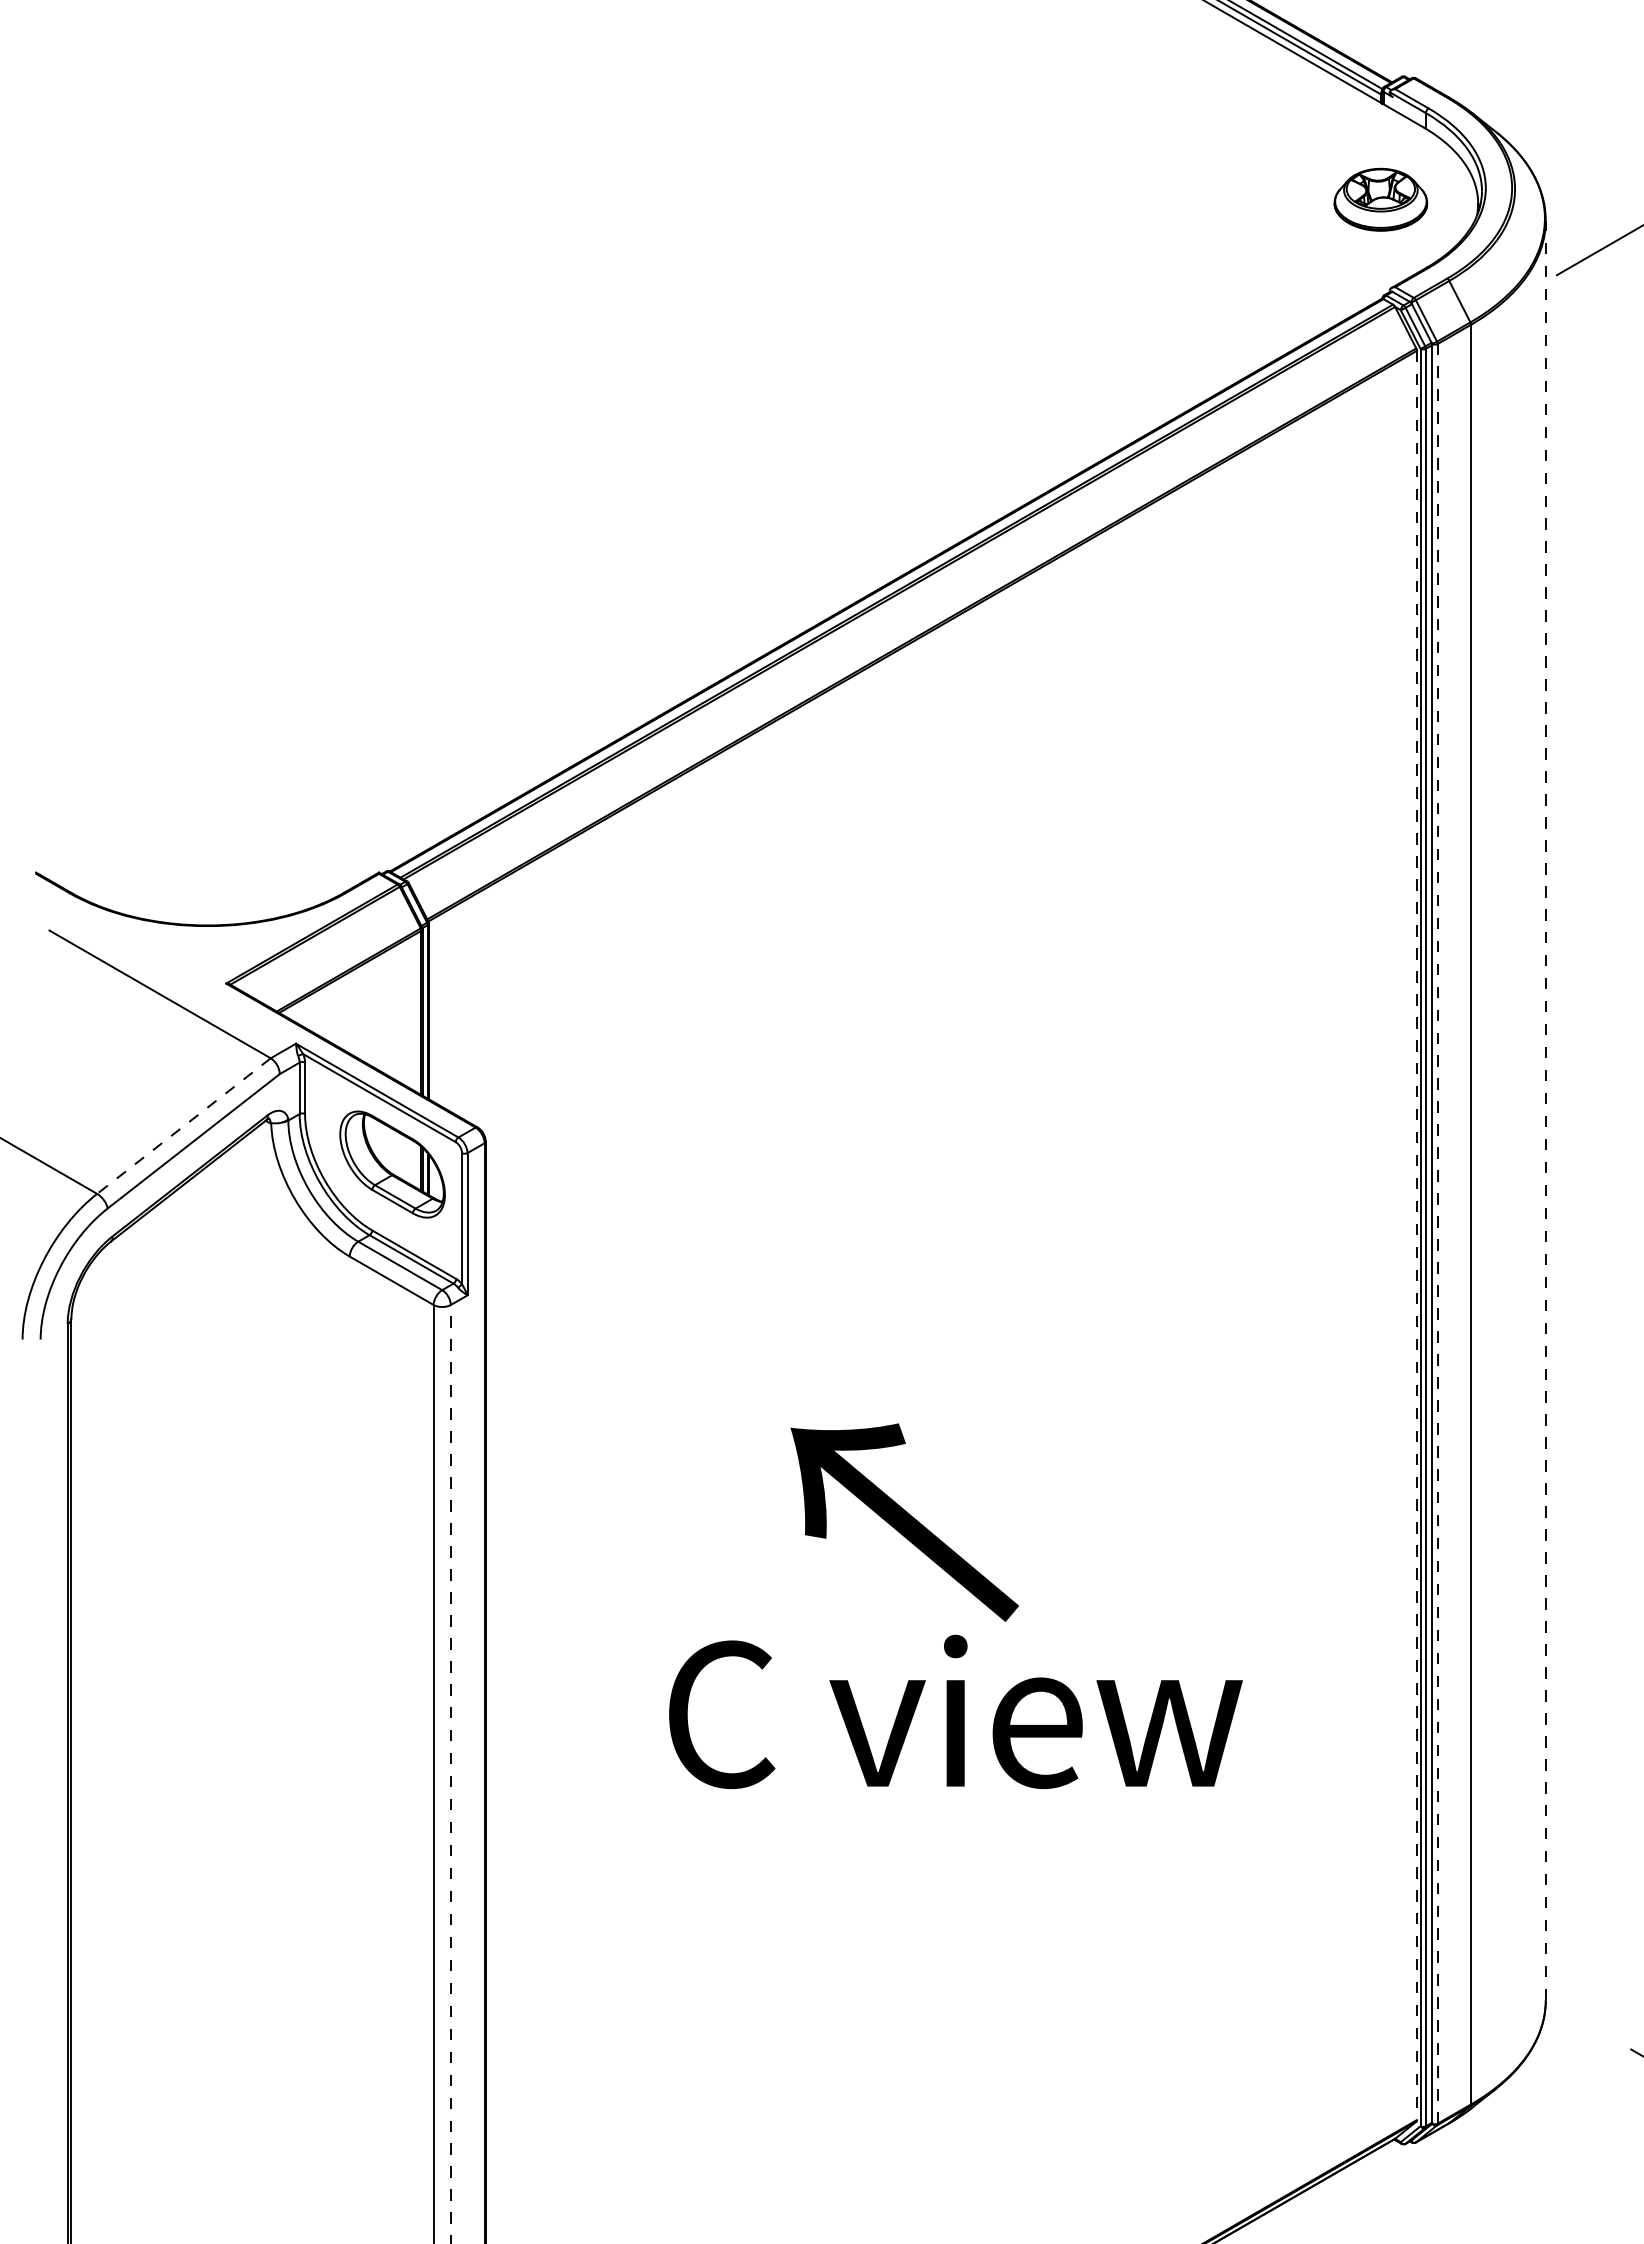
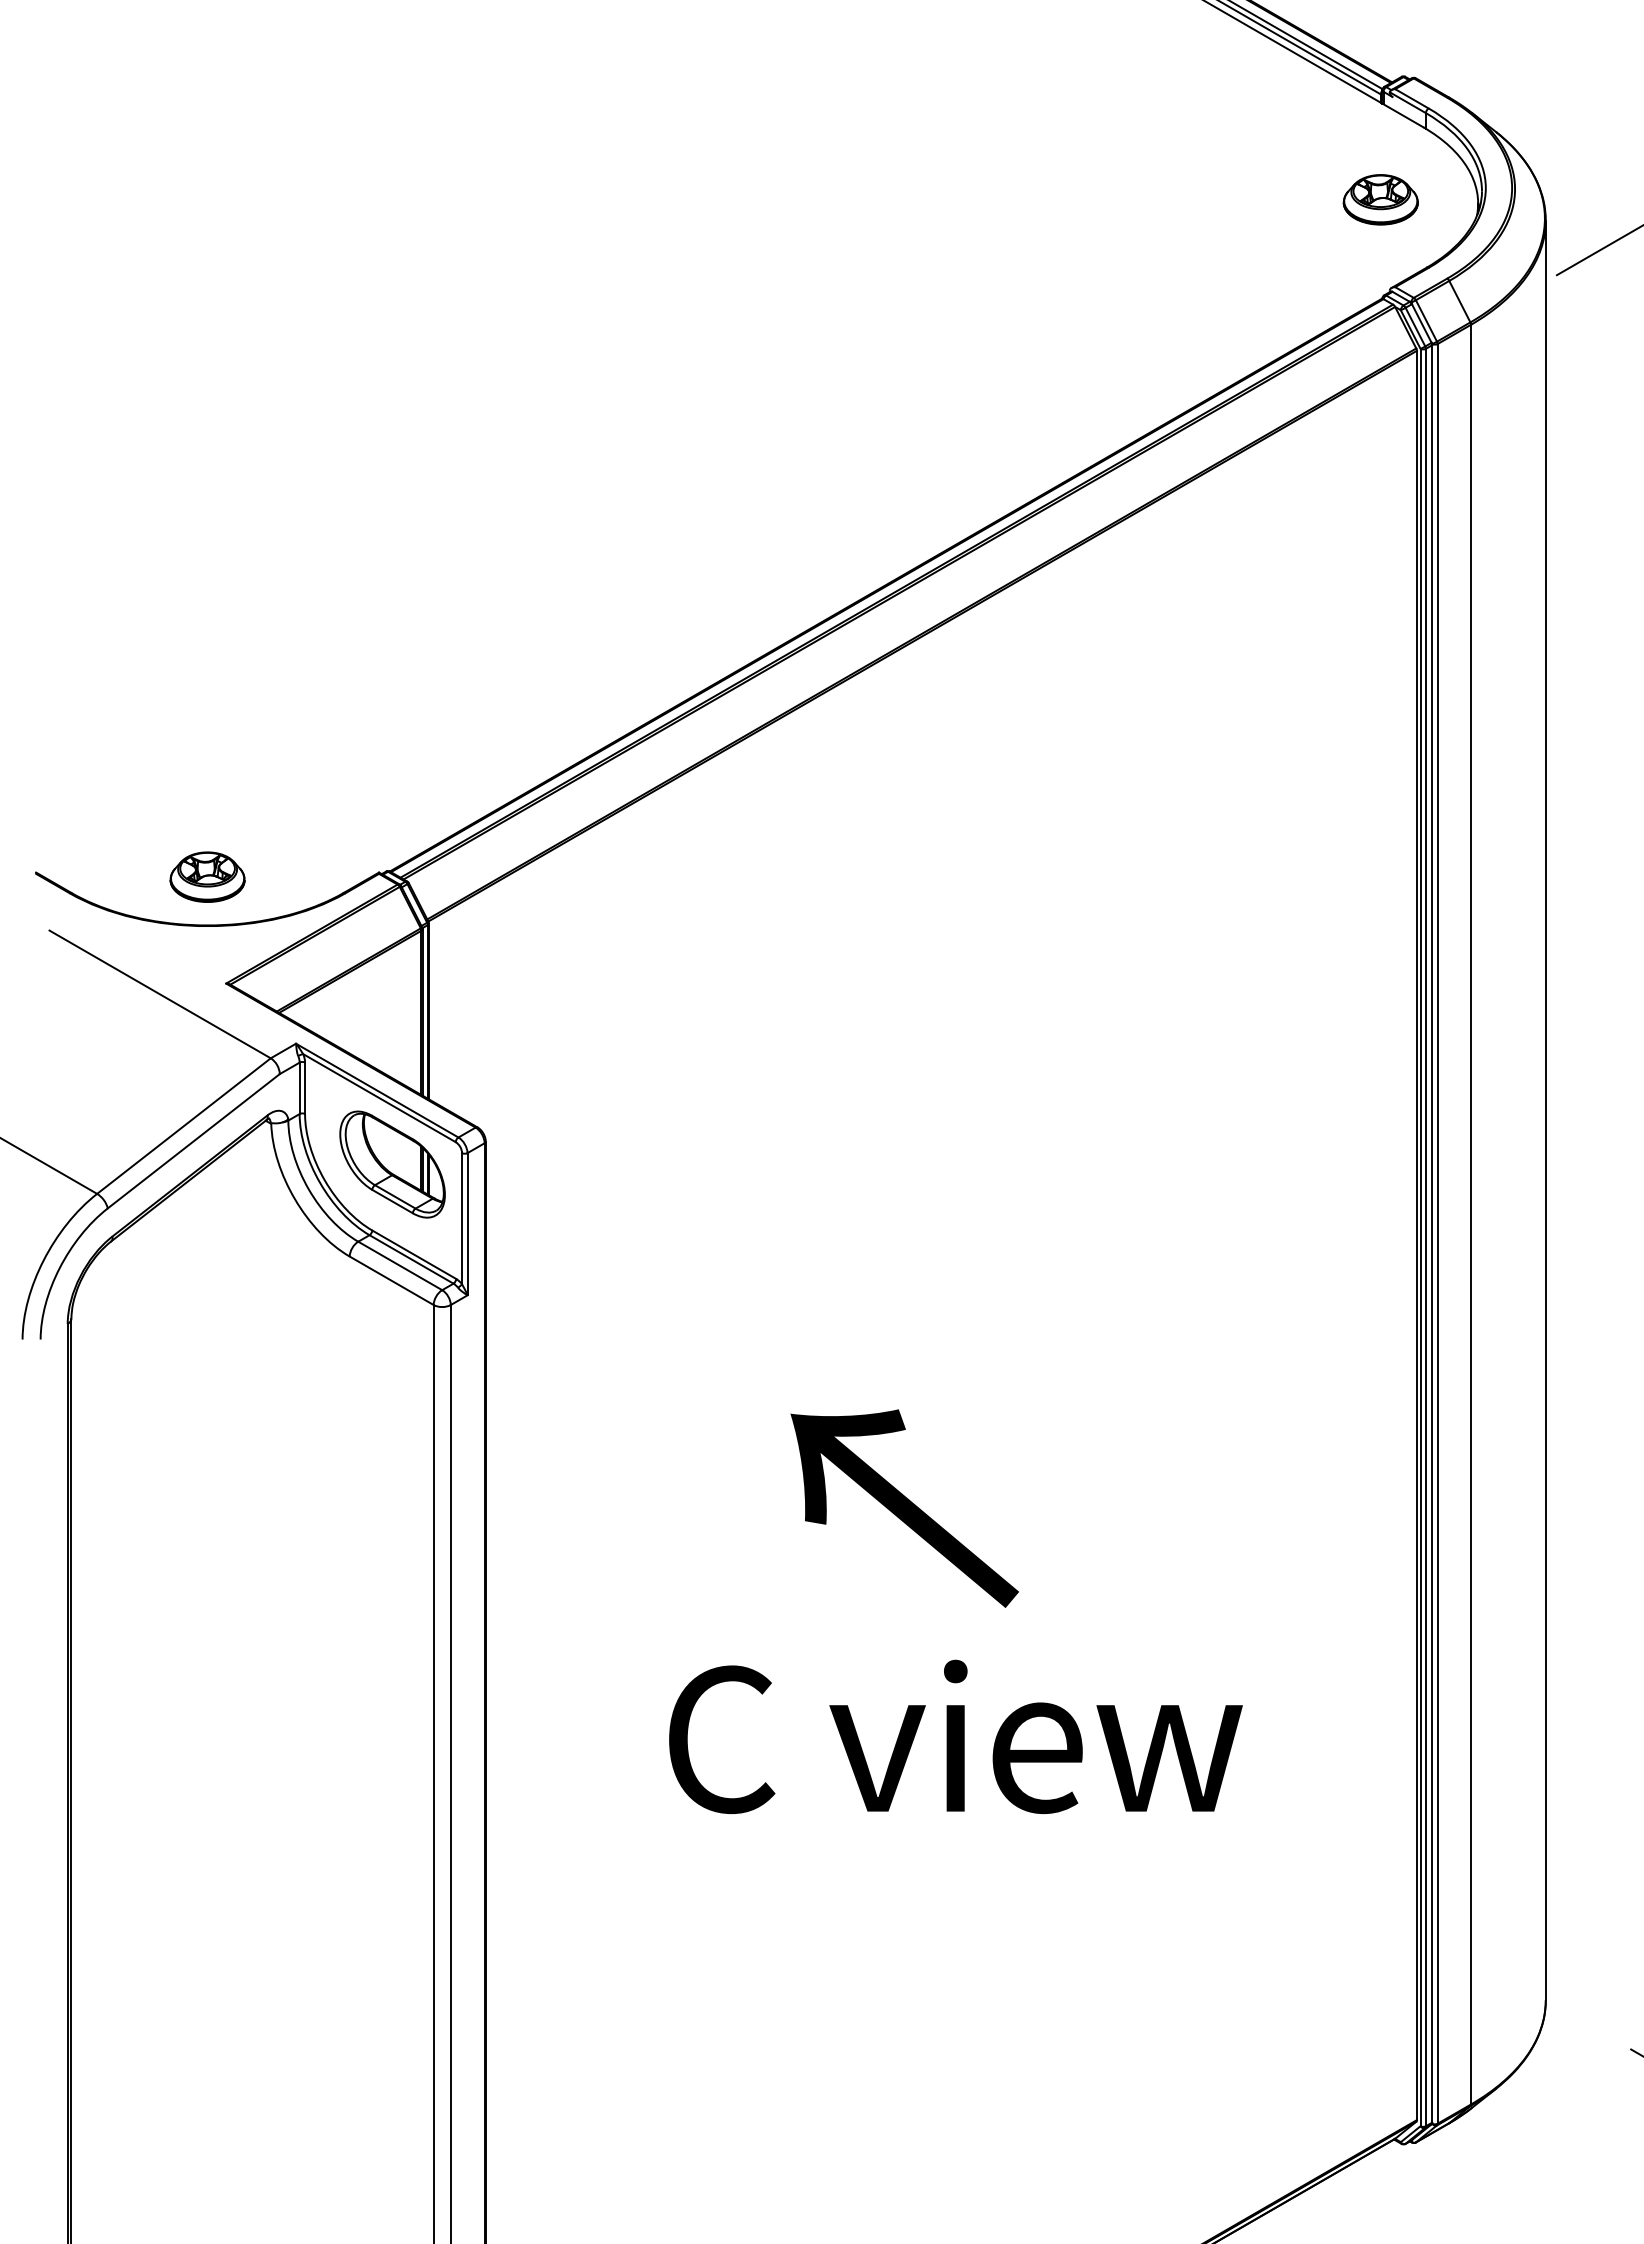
part at (1380, 199) size: 96x65 px -> 77x52 px
part at (207, 876): none -> present
line at (1545, 1110): dashed -> solid
line at (183, 1126): dashed -> solid
line at (1437, 1233): dashed -> solid
line at (1416, 1235): dashed -> solid
text at (904, 1522) position: (904, 1522) -> (904, 1508)
text at (955, 1711) position: (955, 1711) -> (955, 1736)
line at (450, 1773): dashed -> solid
